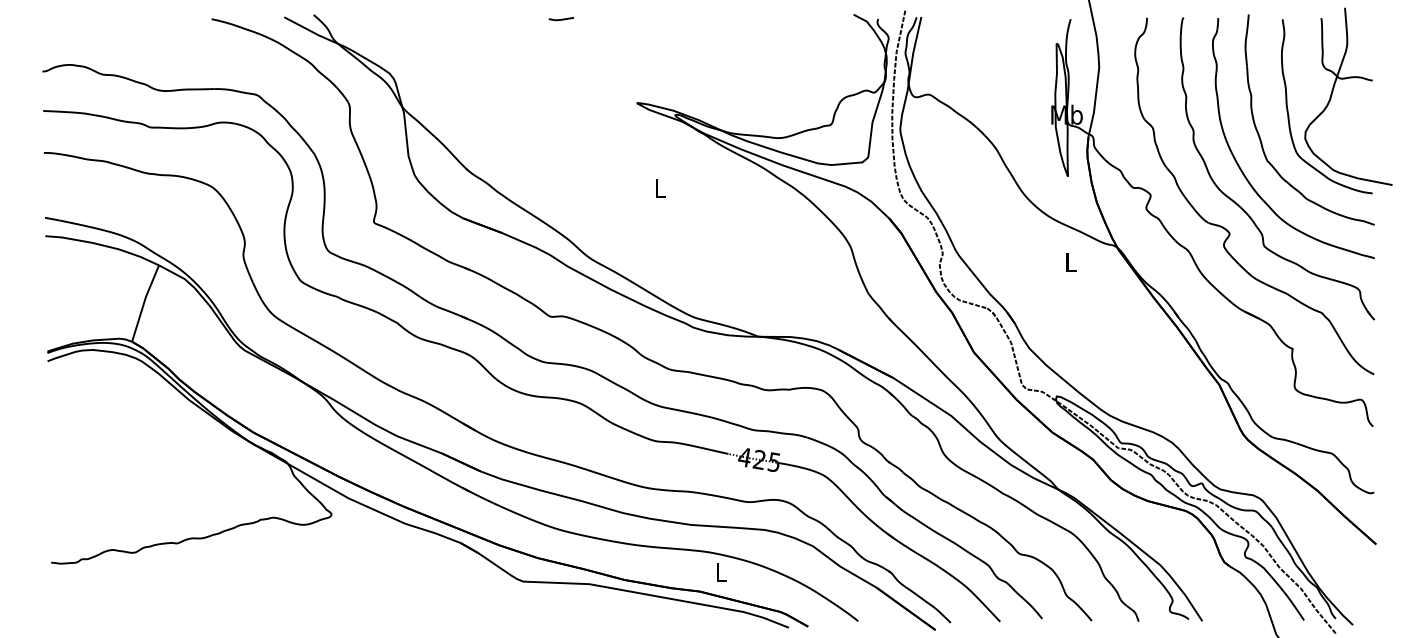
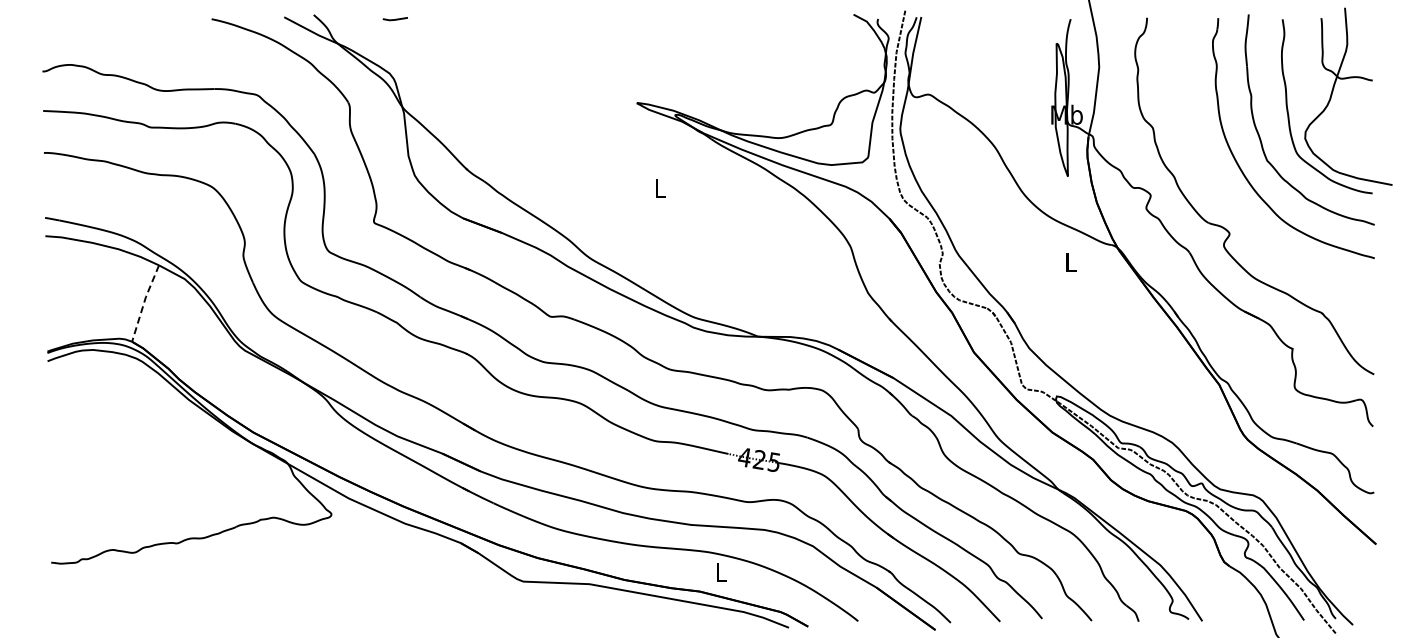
line at (560, 19) position: (560, 19) -> (394, 19)
part at (1241, 206): present -> none
line at (144, 302): solid -> dashed
